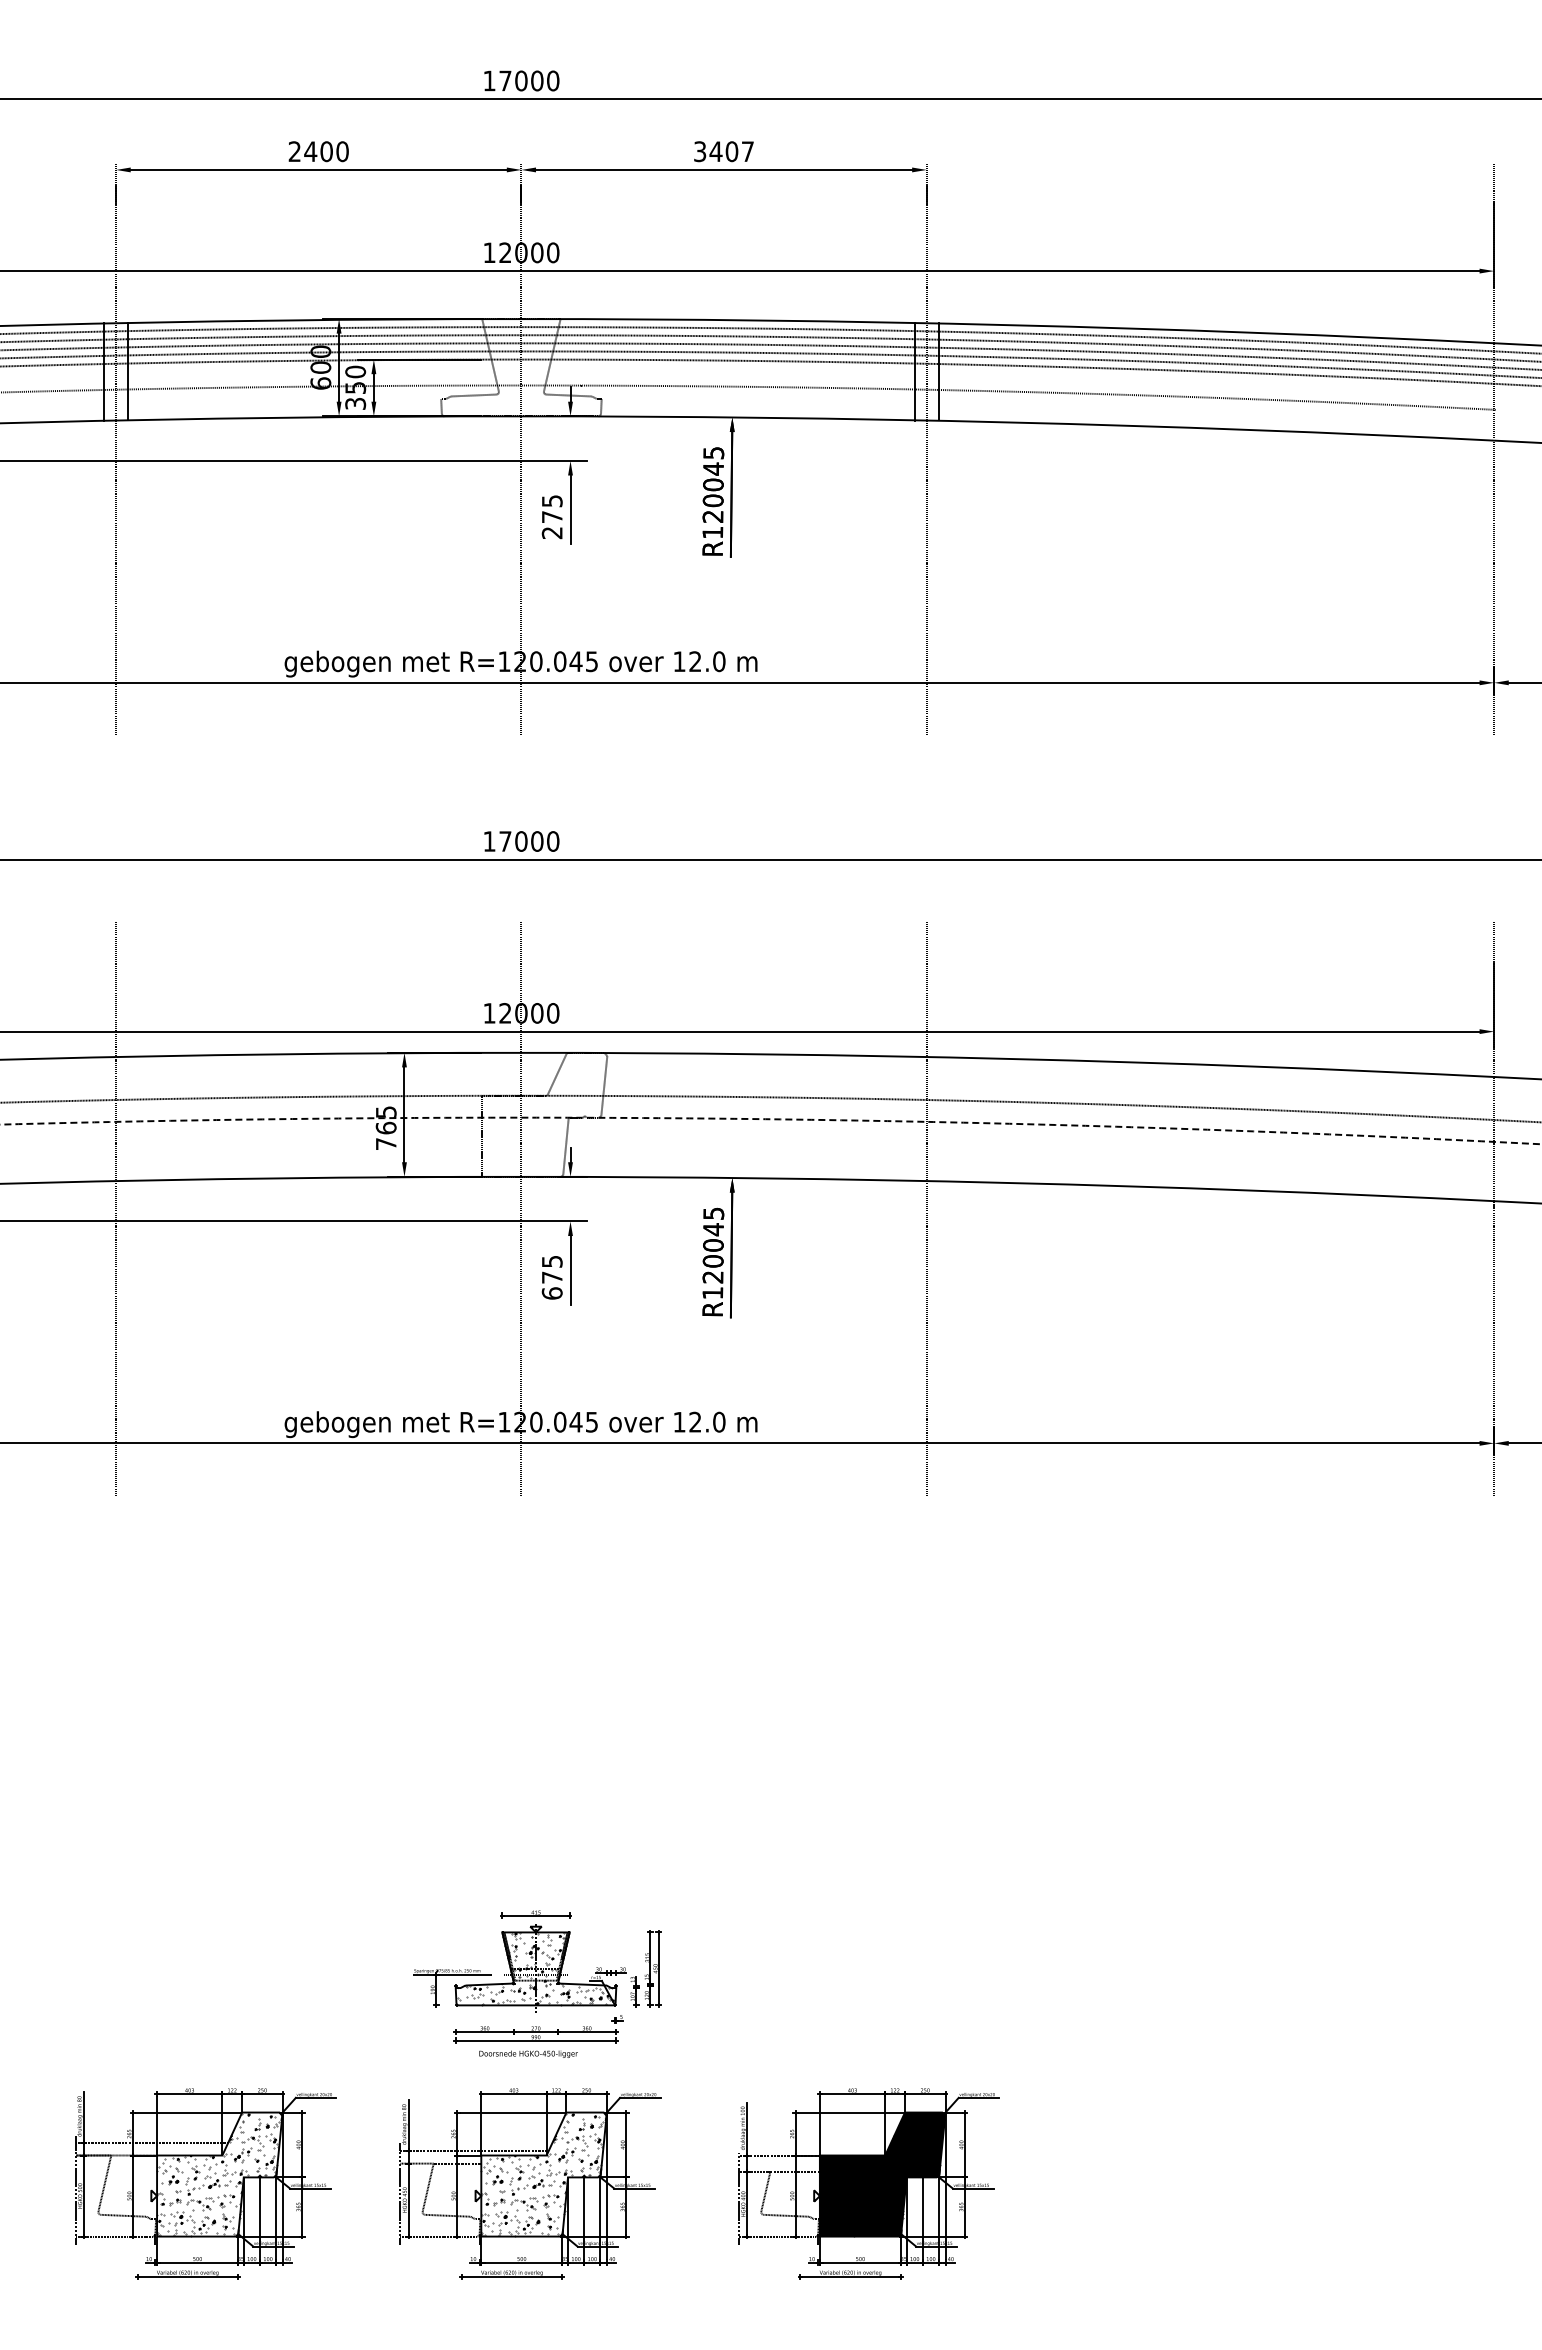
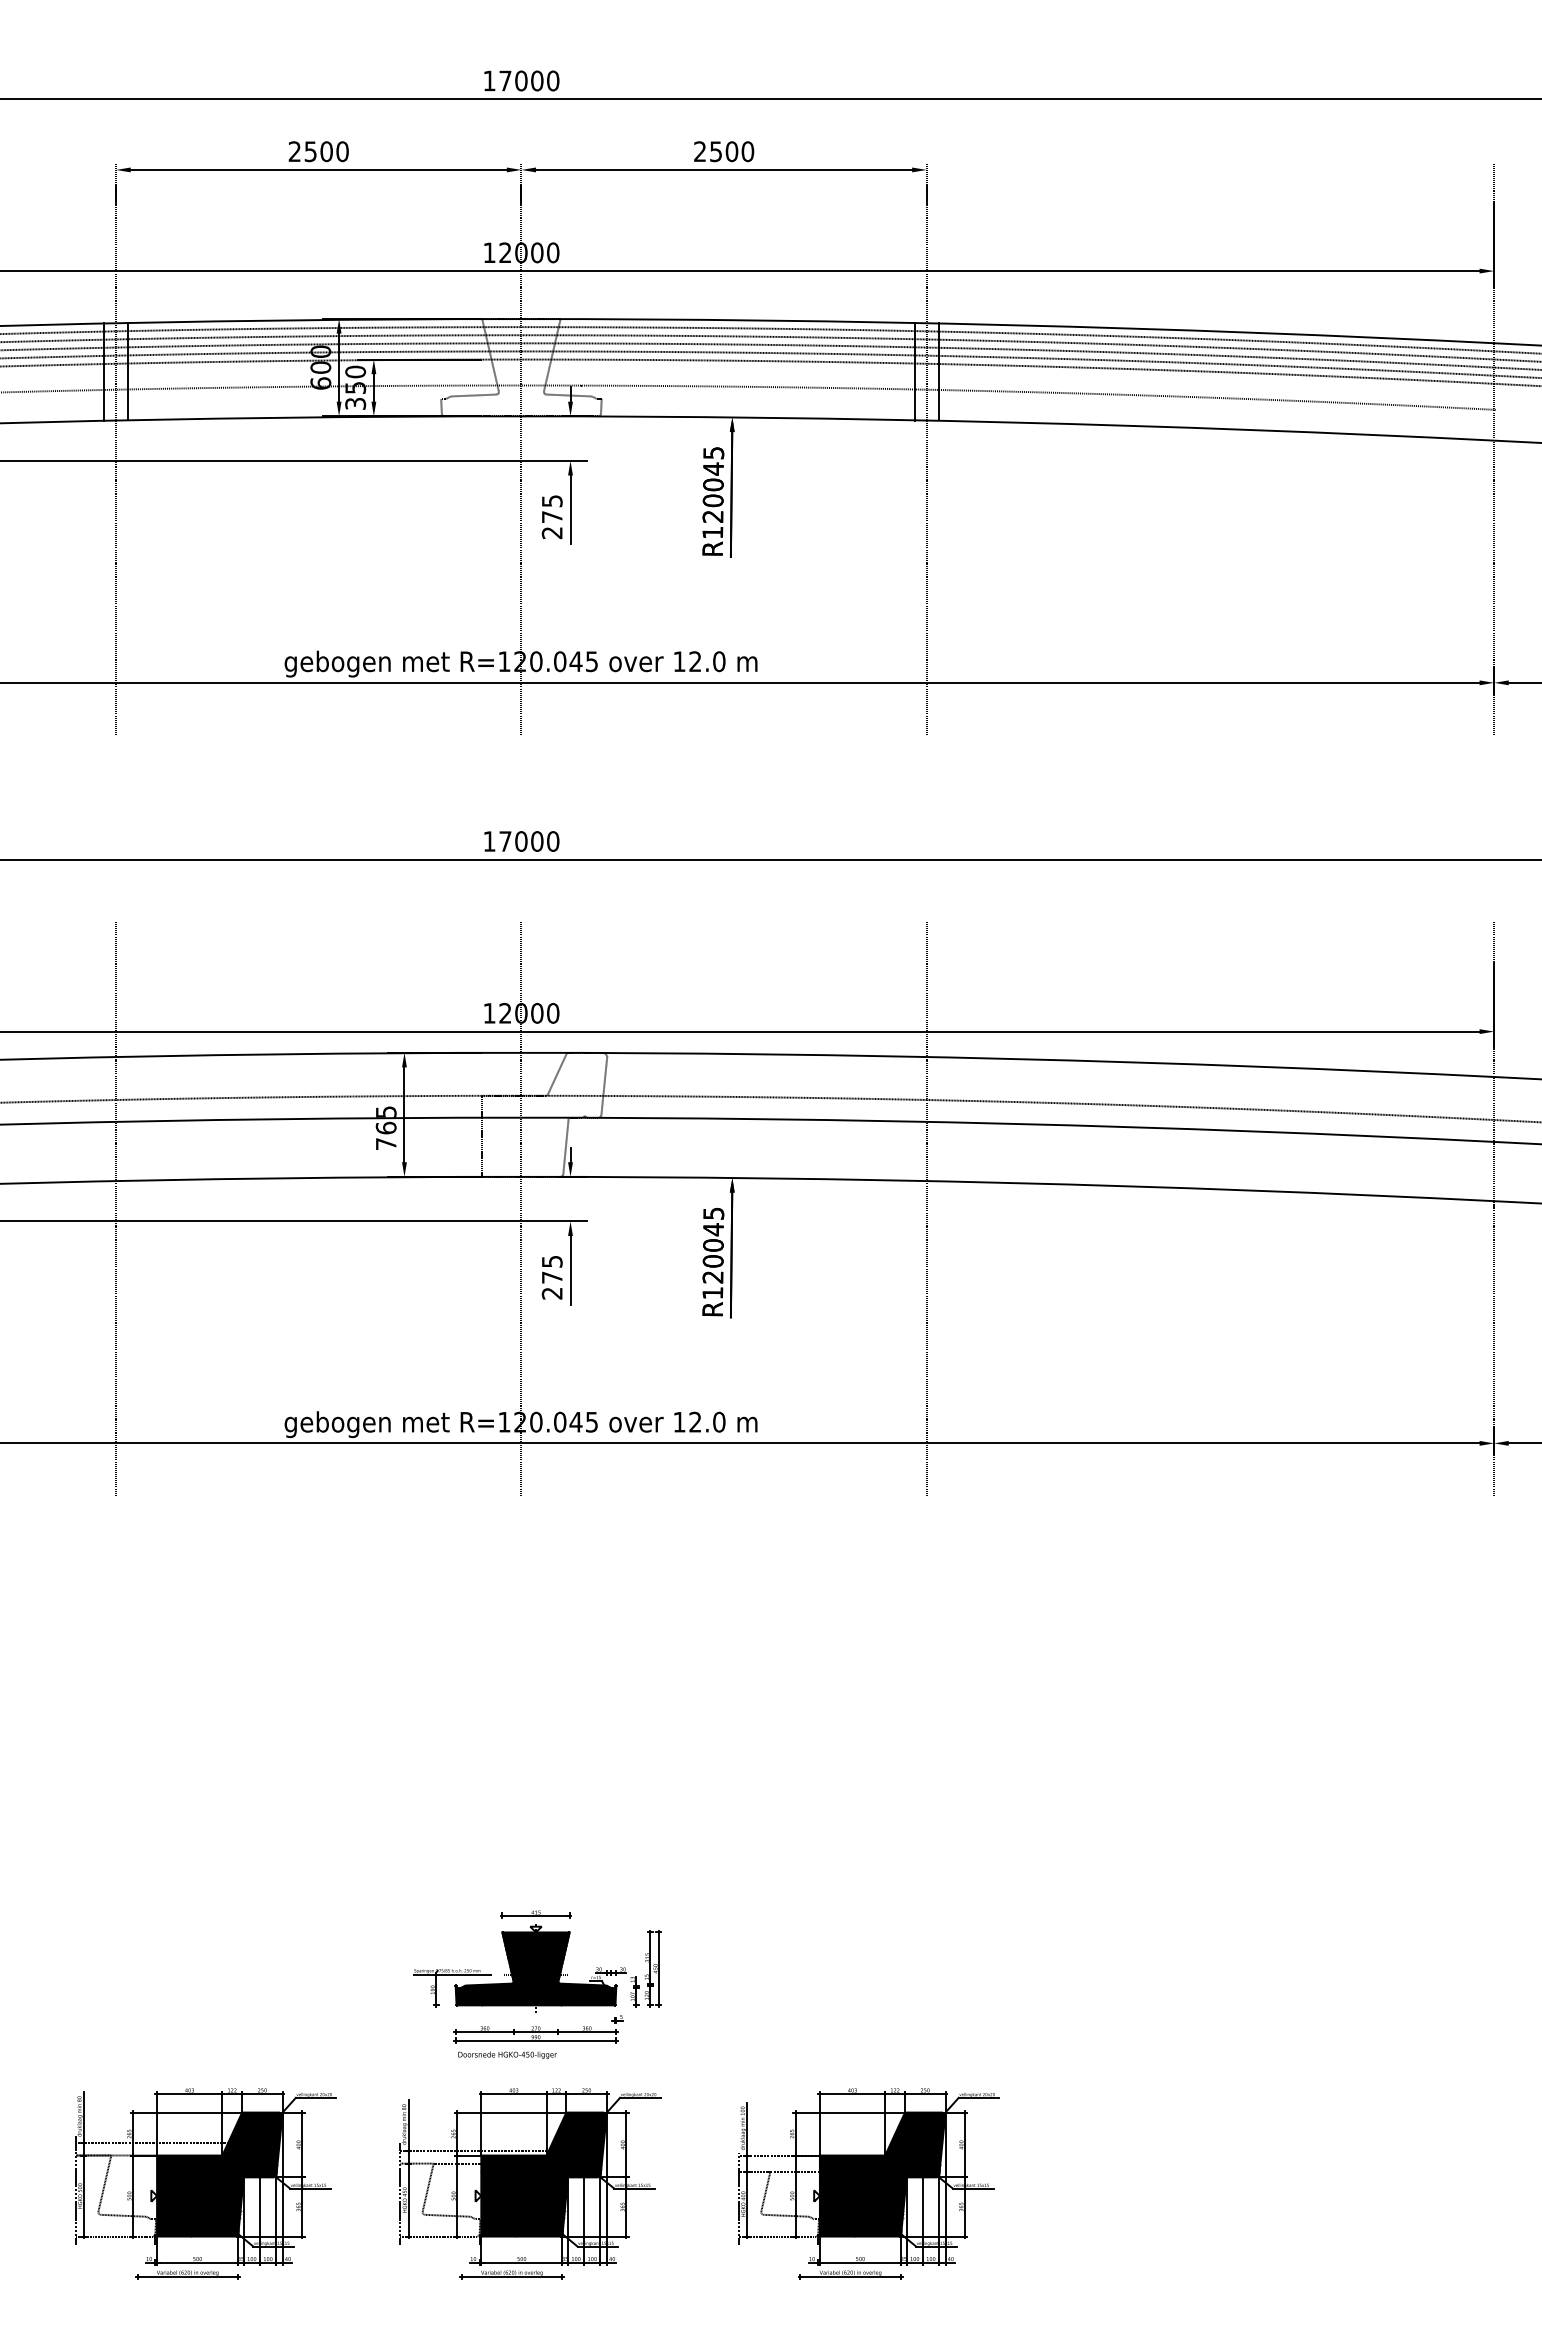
text at (310, 151): 2400 -> 2500
text at (724, 151): 3407 -> 2500
line at (771, 1119): dashed -> solid
text at (551, 1293): 675 -> 275
fill at (535, 1968): none -> present
text at (528, 2053) position: (528, 2053) -> (507, 2054)
fill at (219, 2174): none -> present
fill at (543, 2174): none -> present
